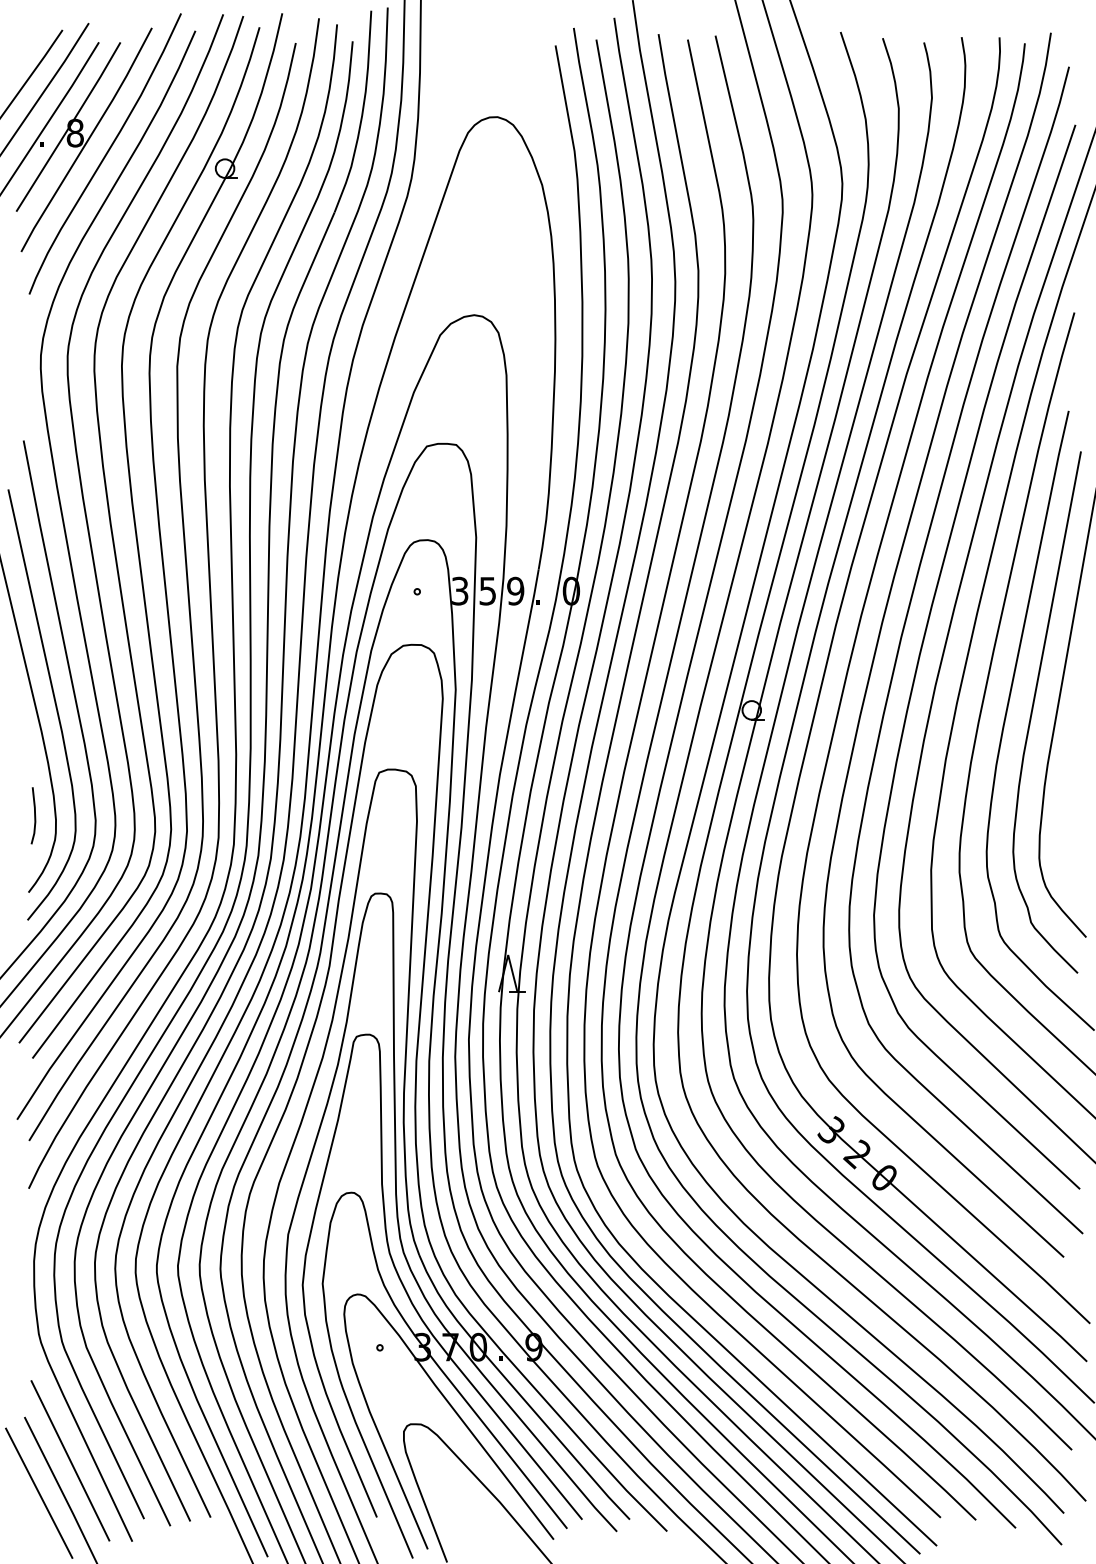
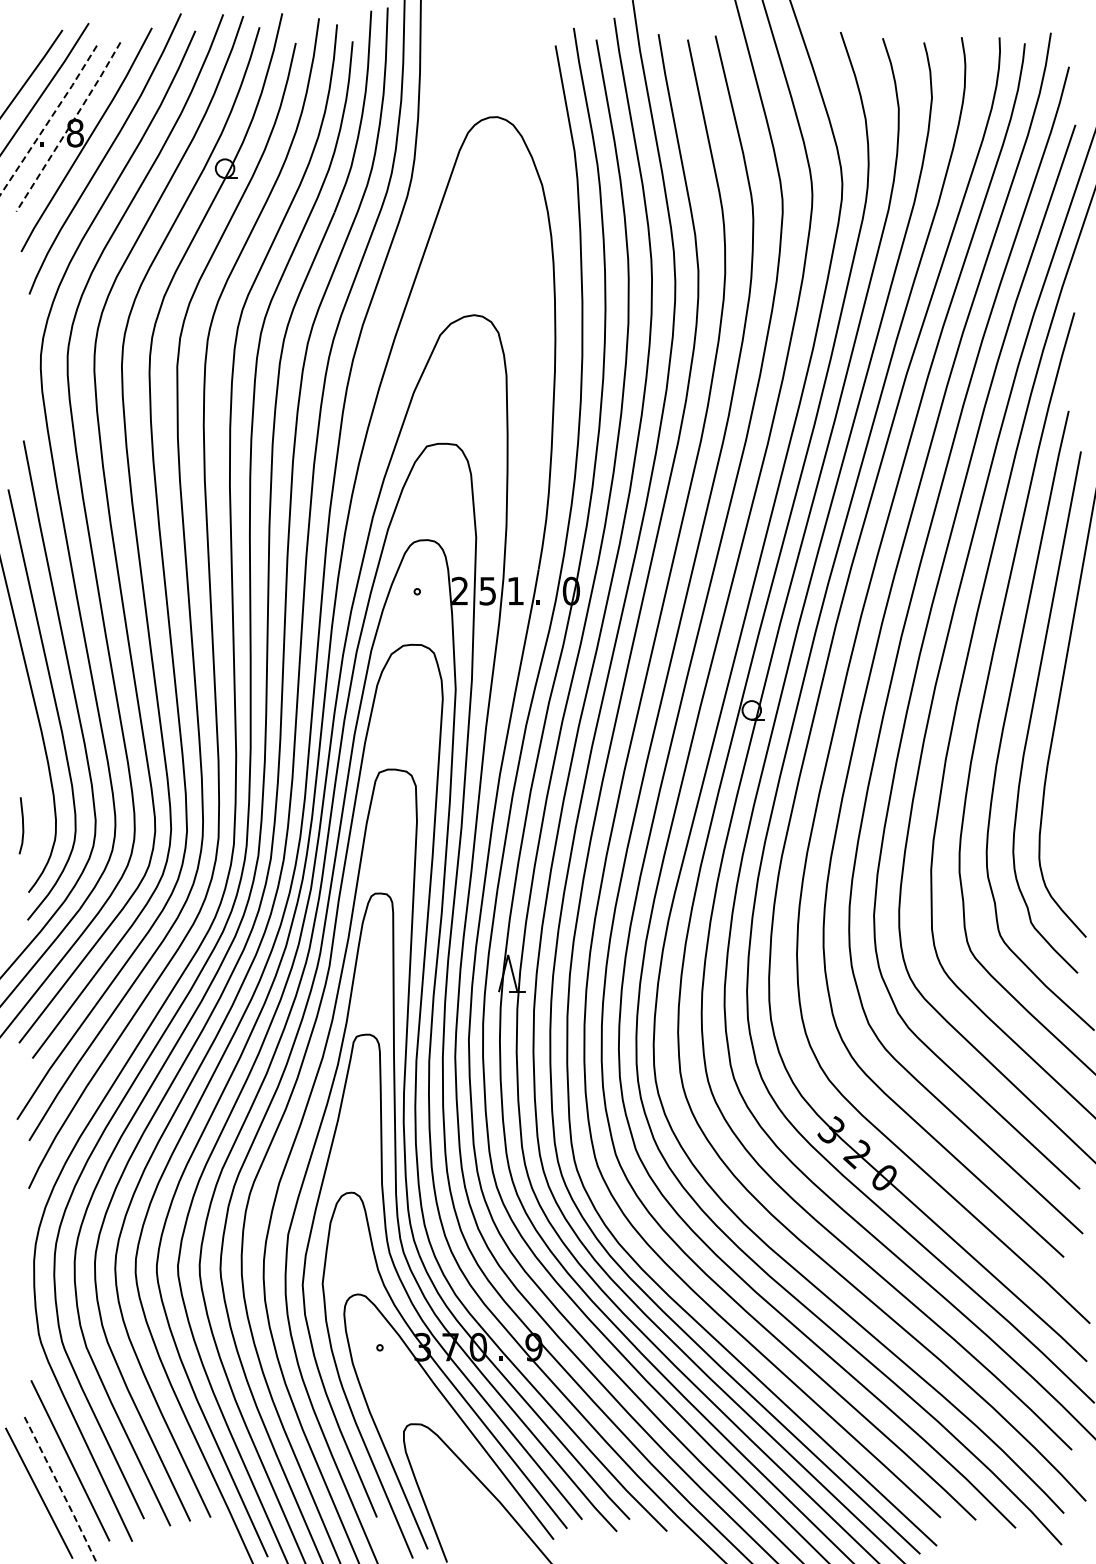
line at (50, 118): solid -> dashed
line at (69, 126): solid -> dashed
text at (515, 590): 9 -> 1
text at (460, 591): 3 -> 2
line at (34, 815) position: (34, 815) -> (22, 825)
line at (61, 1490): solid -> dashed
